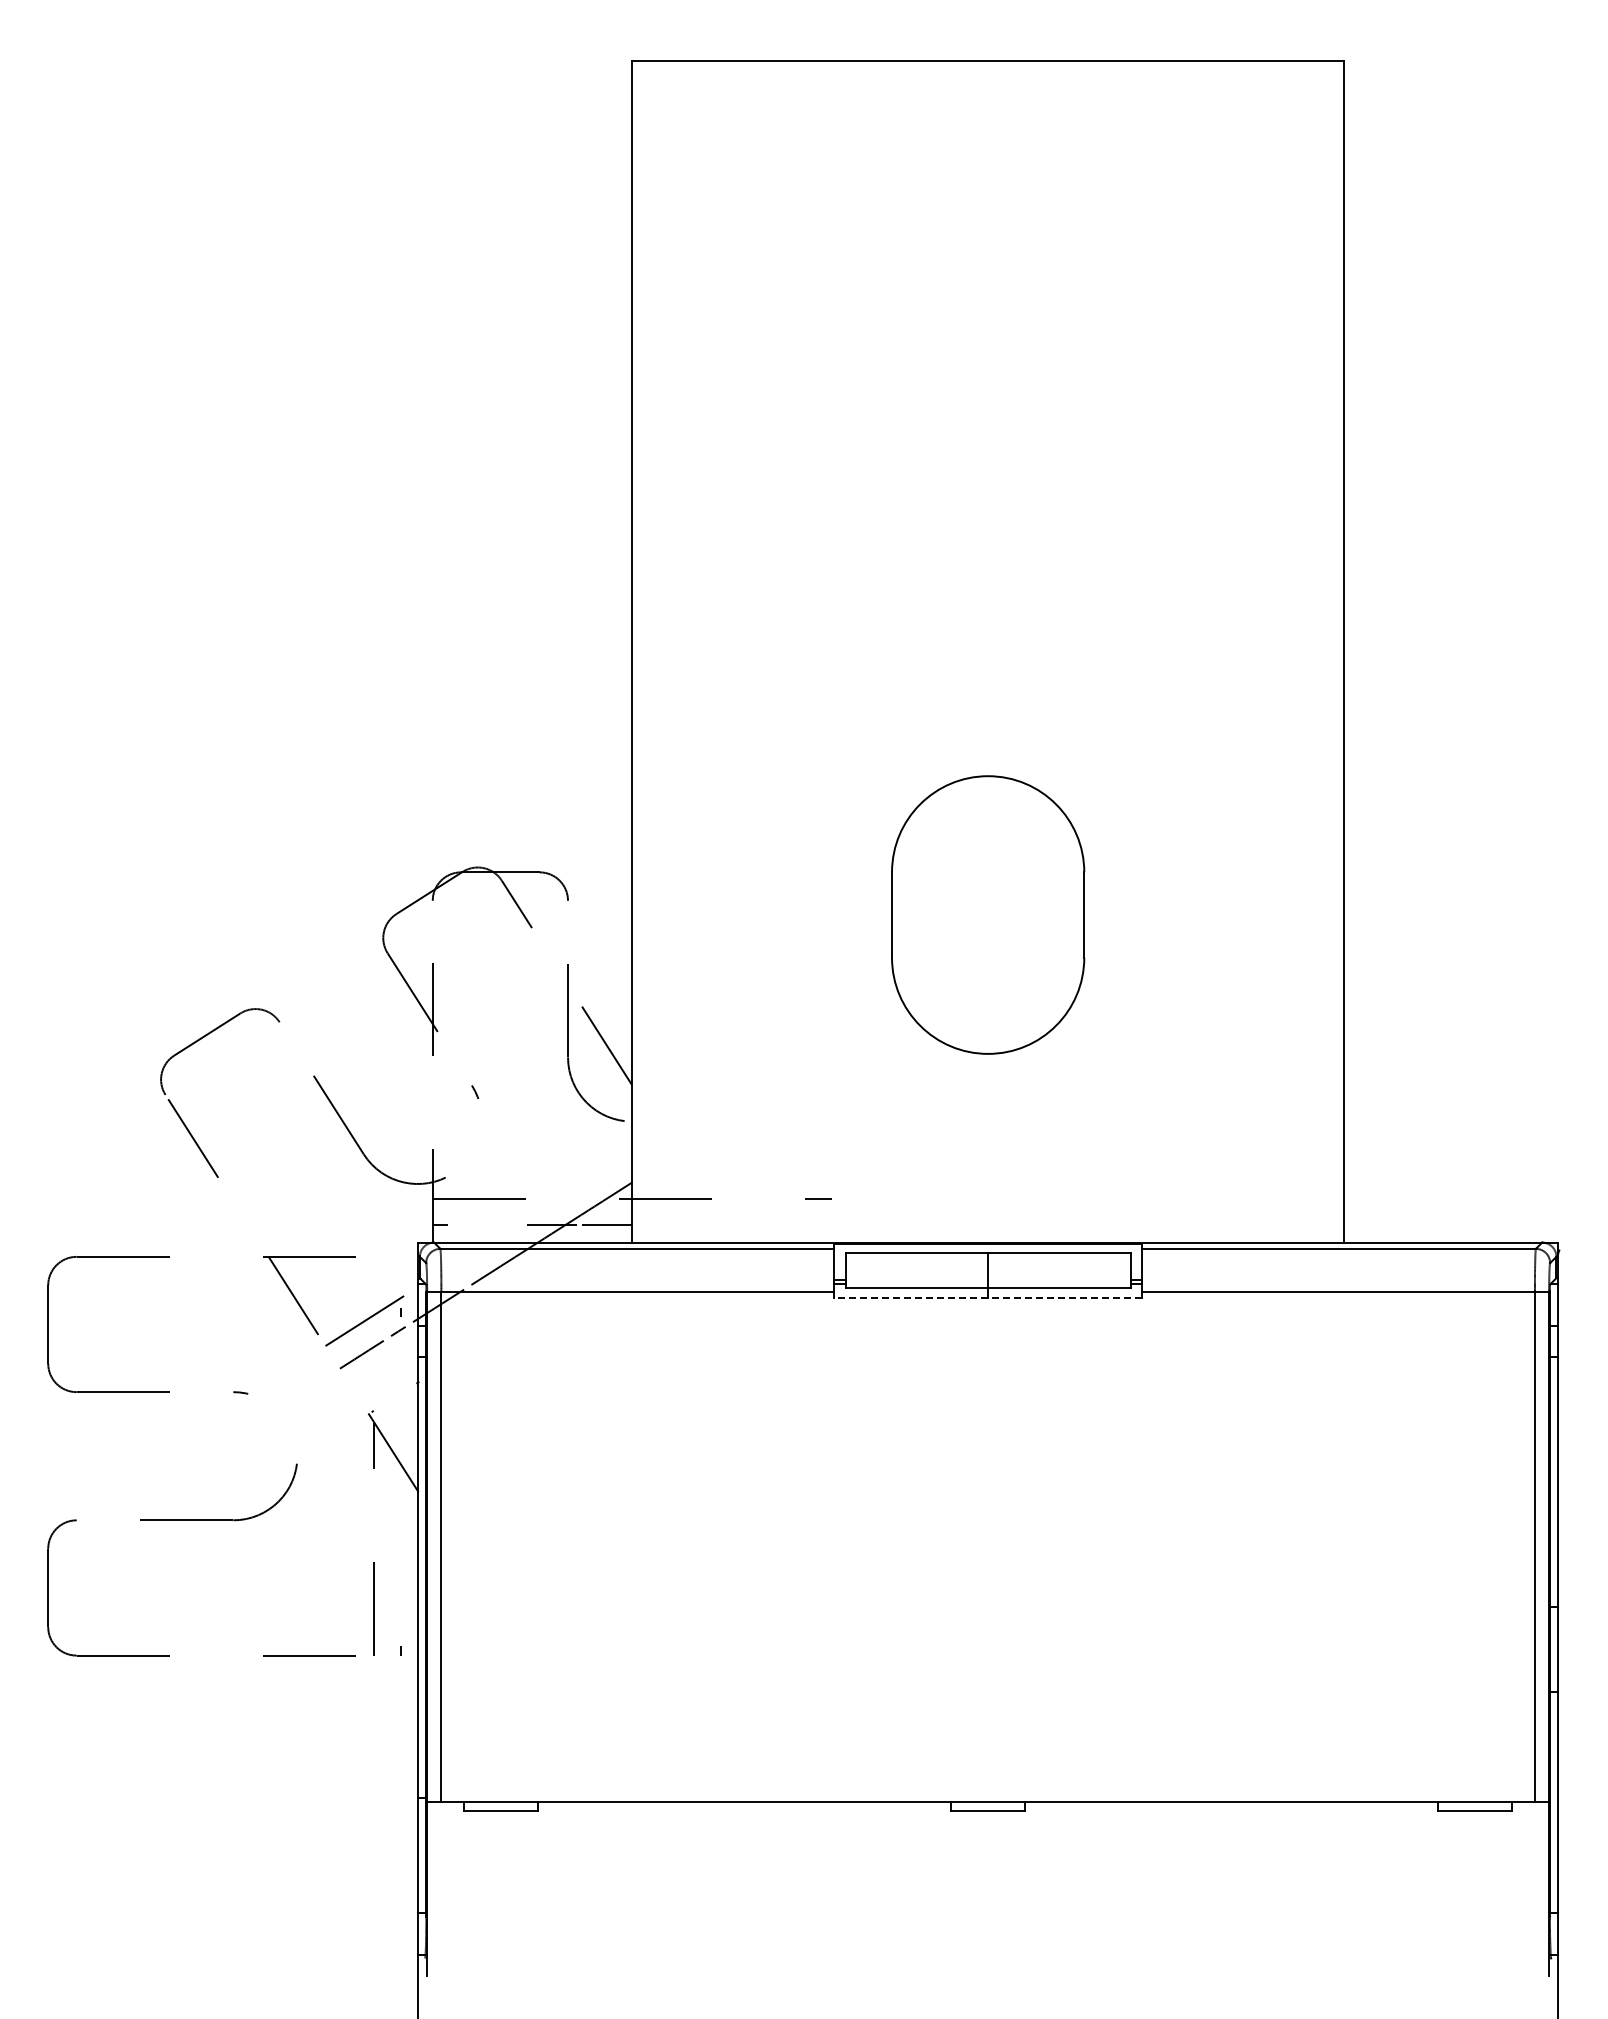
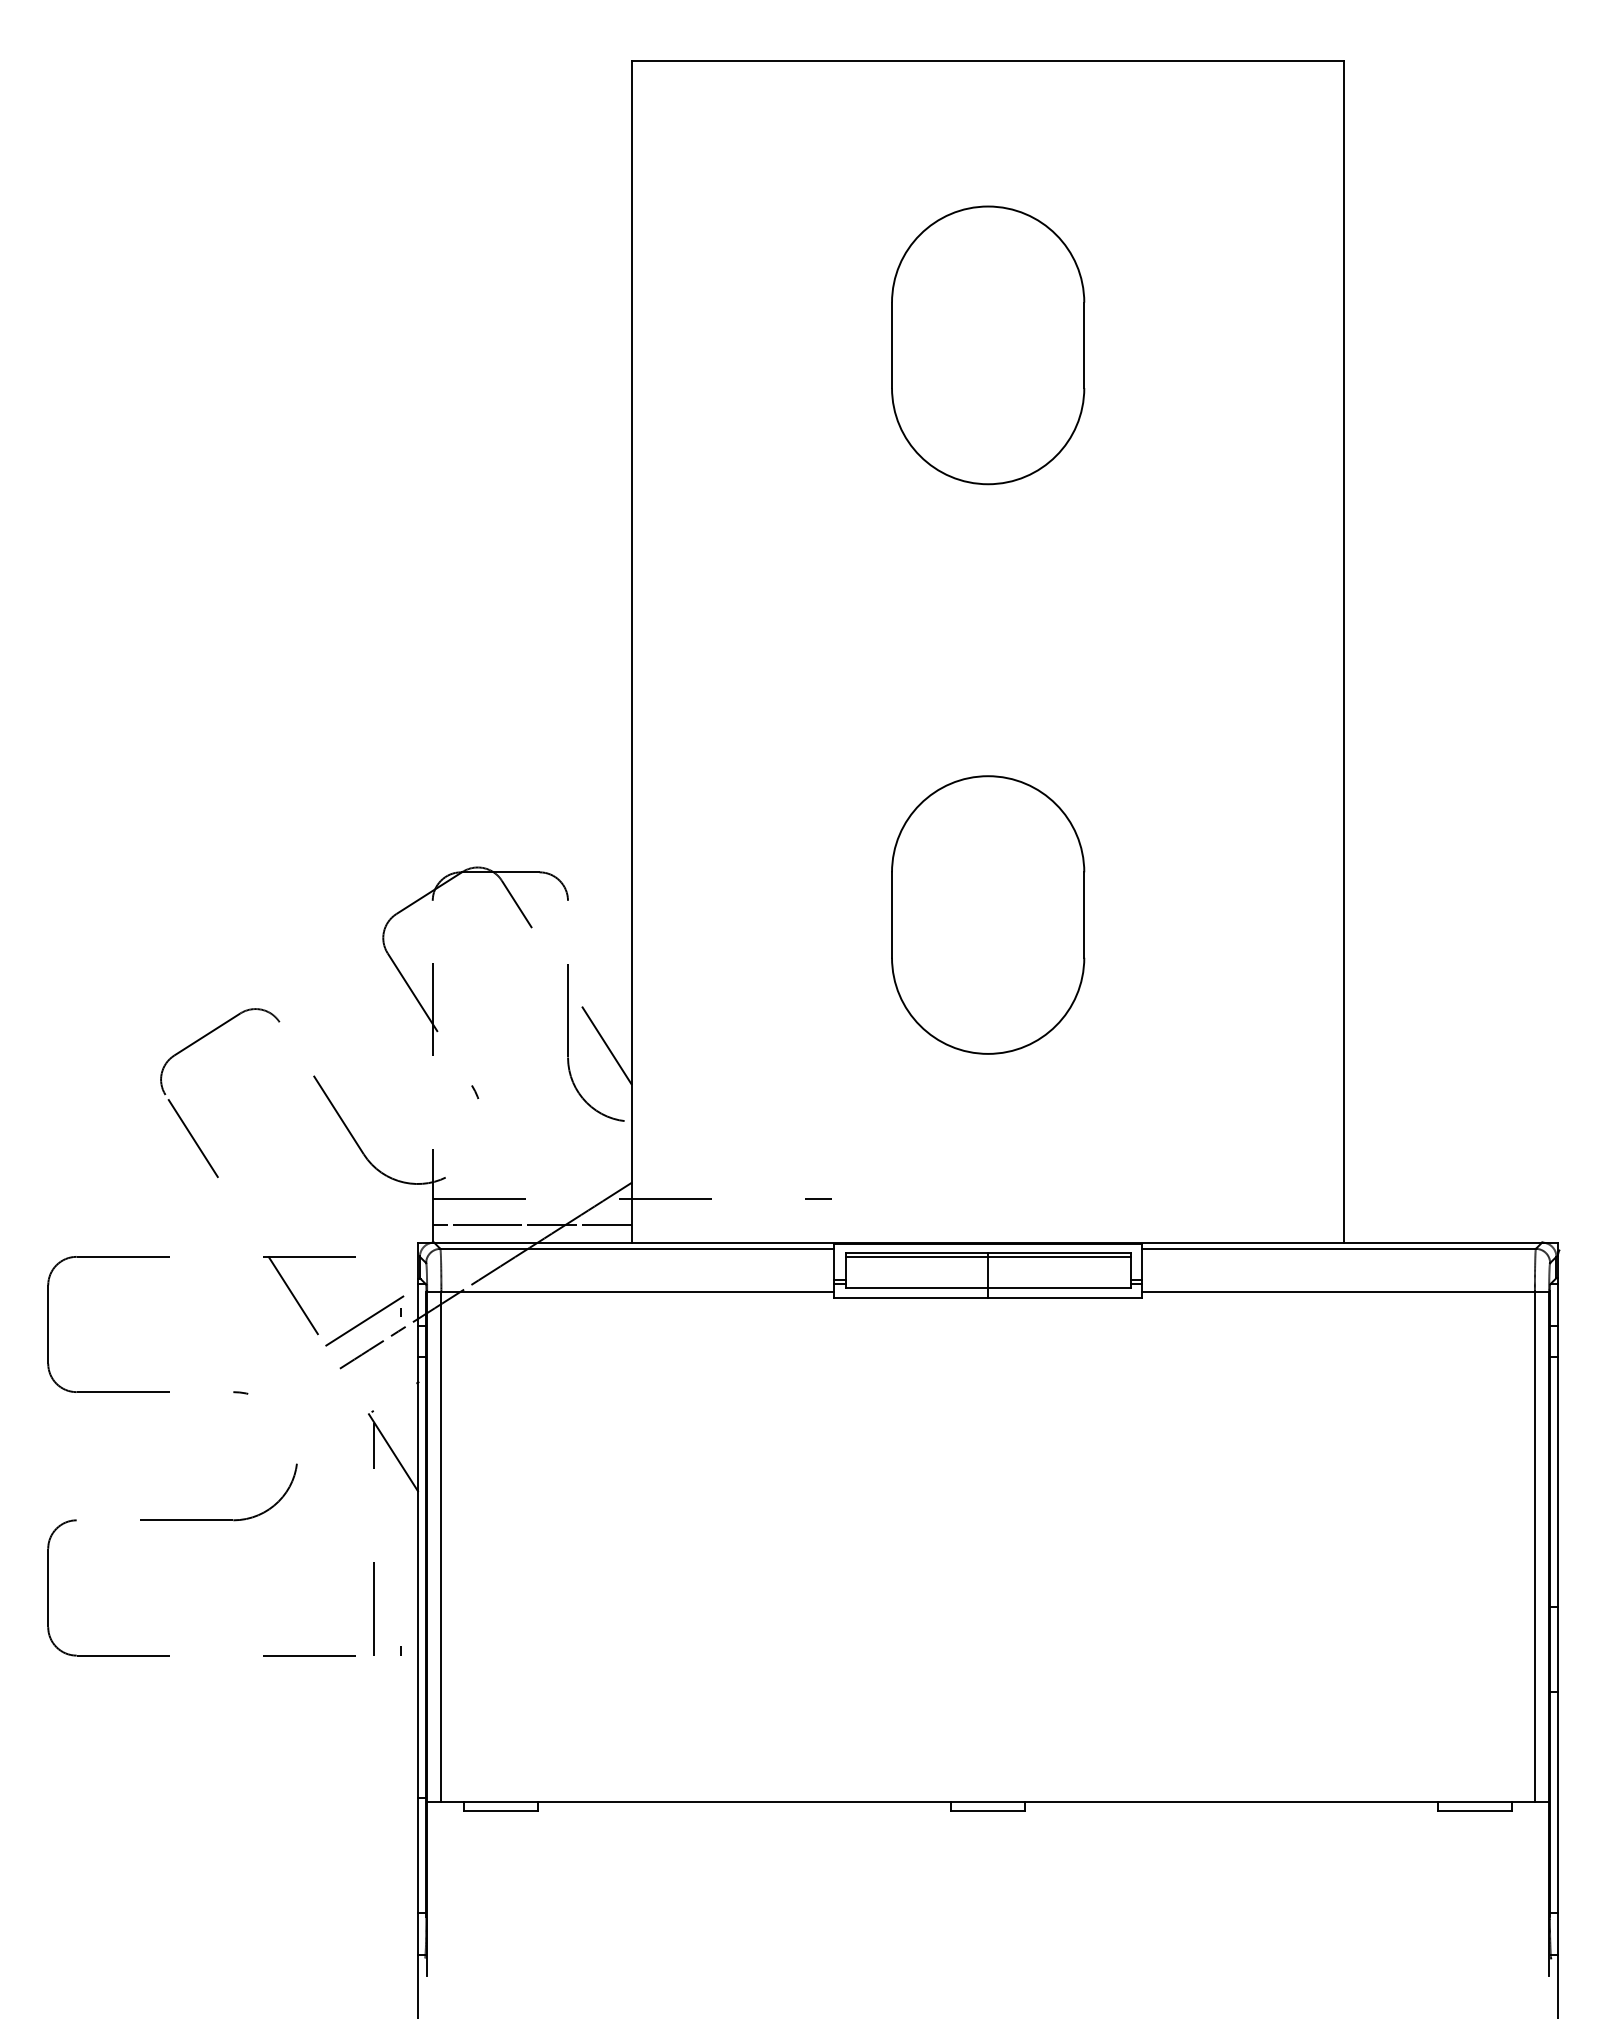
part at (988, 345): none -> present
line at (487, 1225): none -> present
line at (987, 1256): none -> present
line at (988, 1298): dashed -> solid
